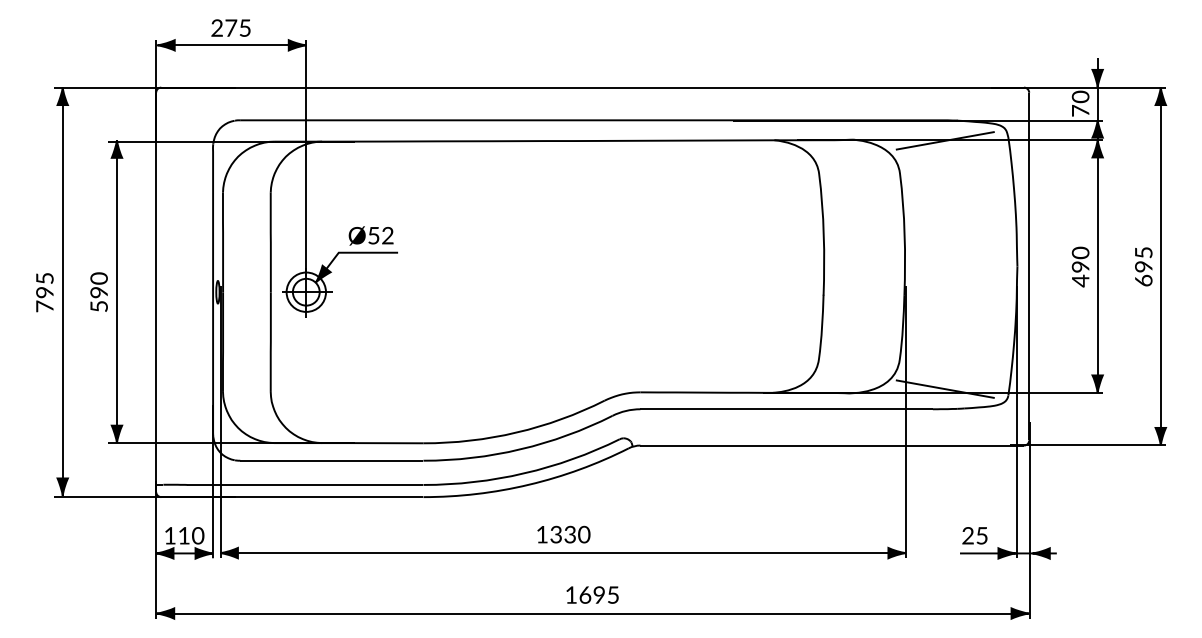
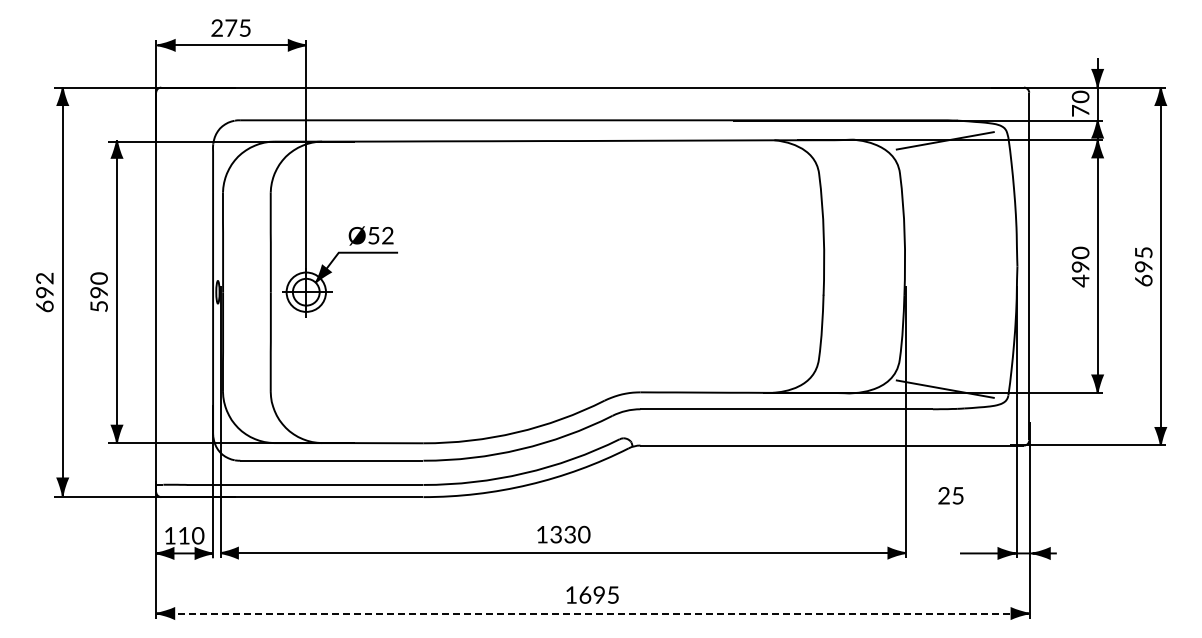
text at (44, 292): 795 -> 692
text at (974, 535) position: (974, 535) -> (950, 495)
line at (590, 613): solid -> dashed
